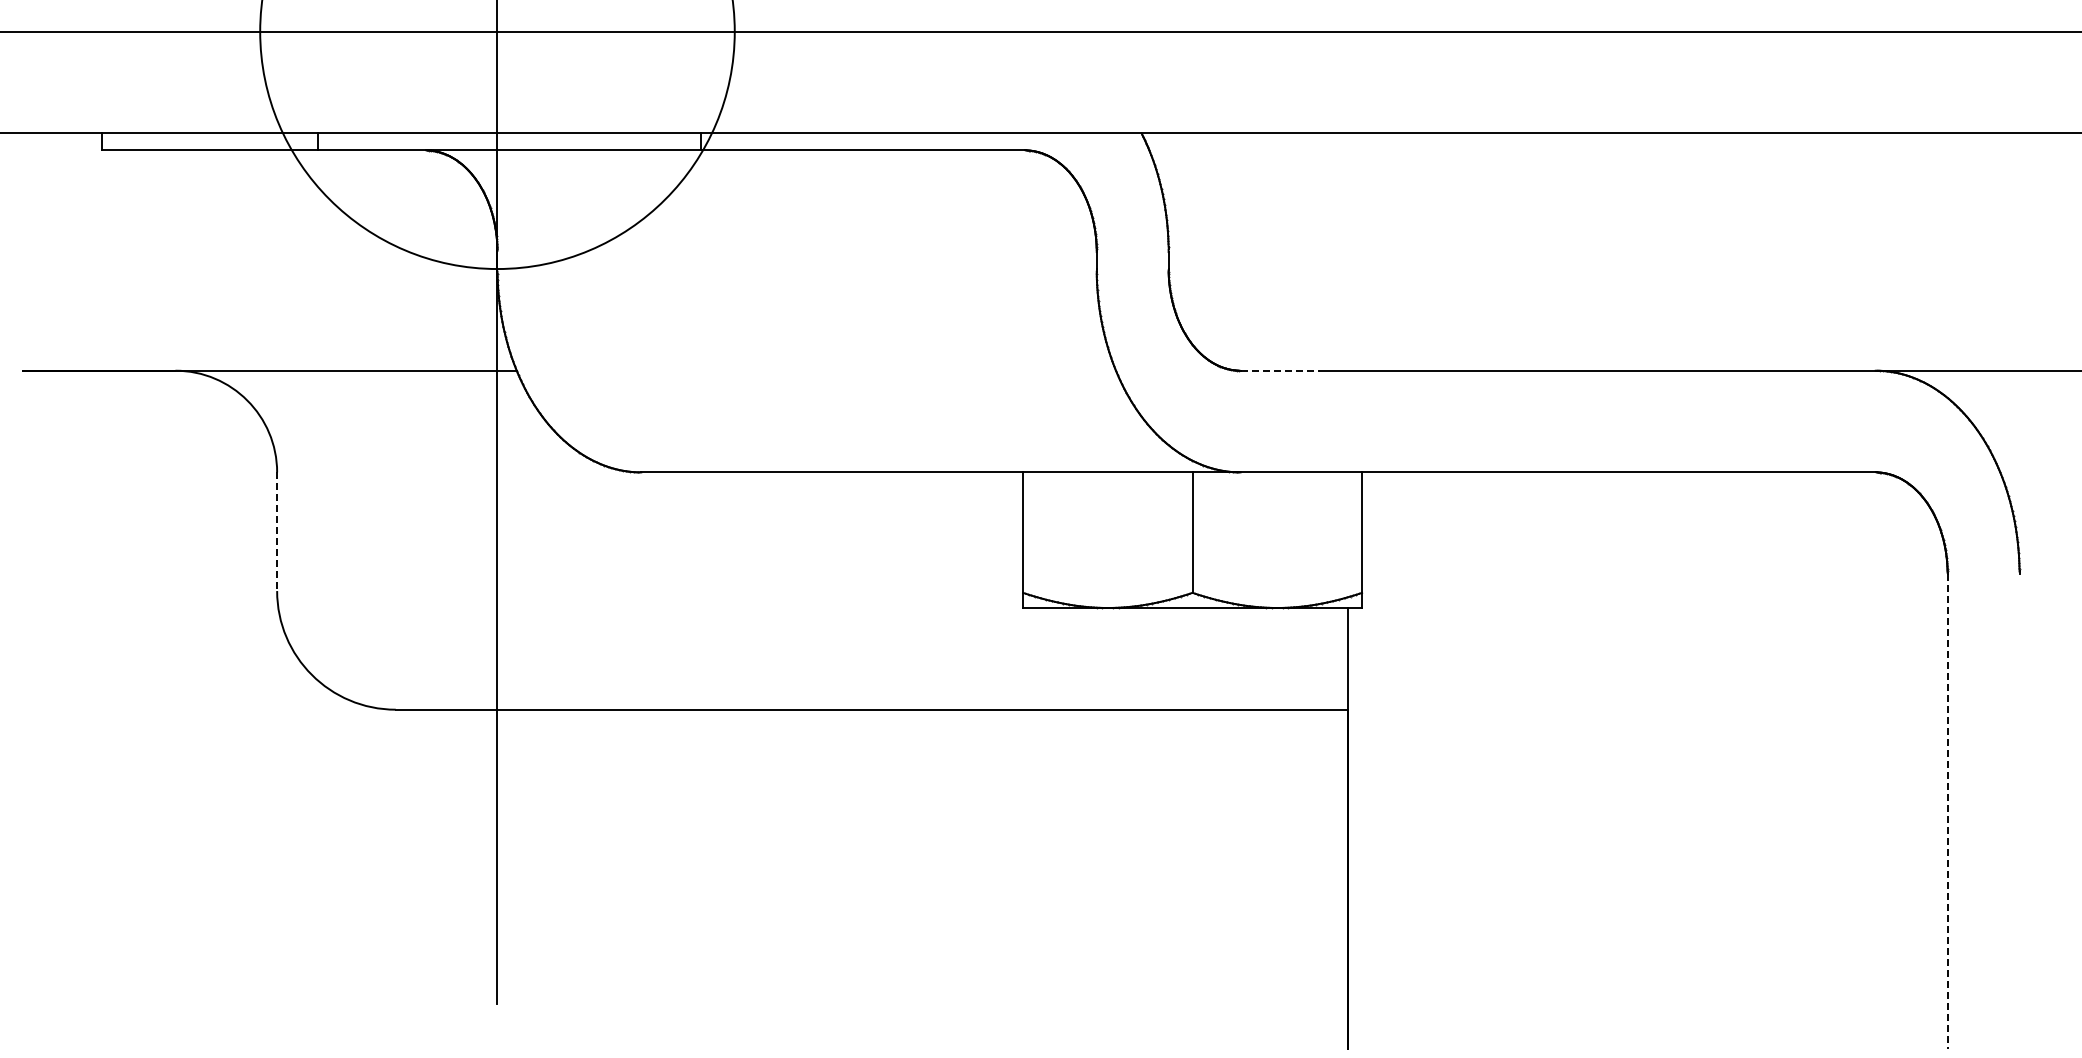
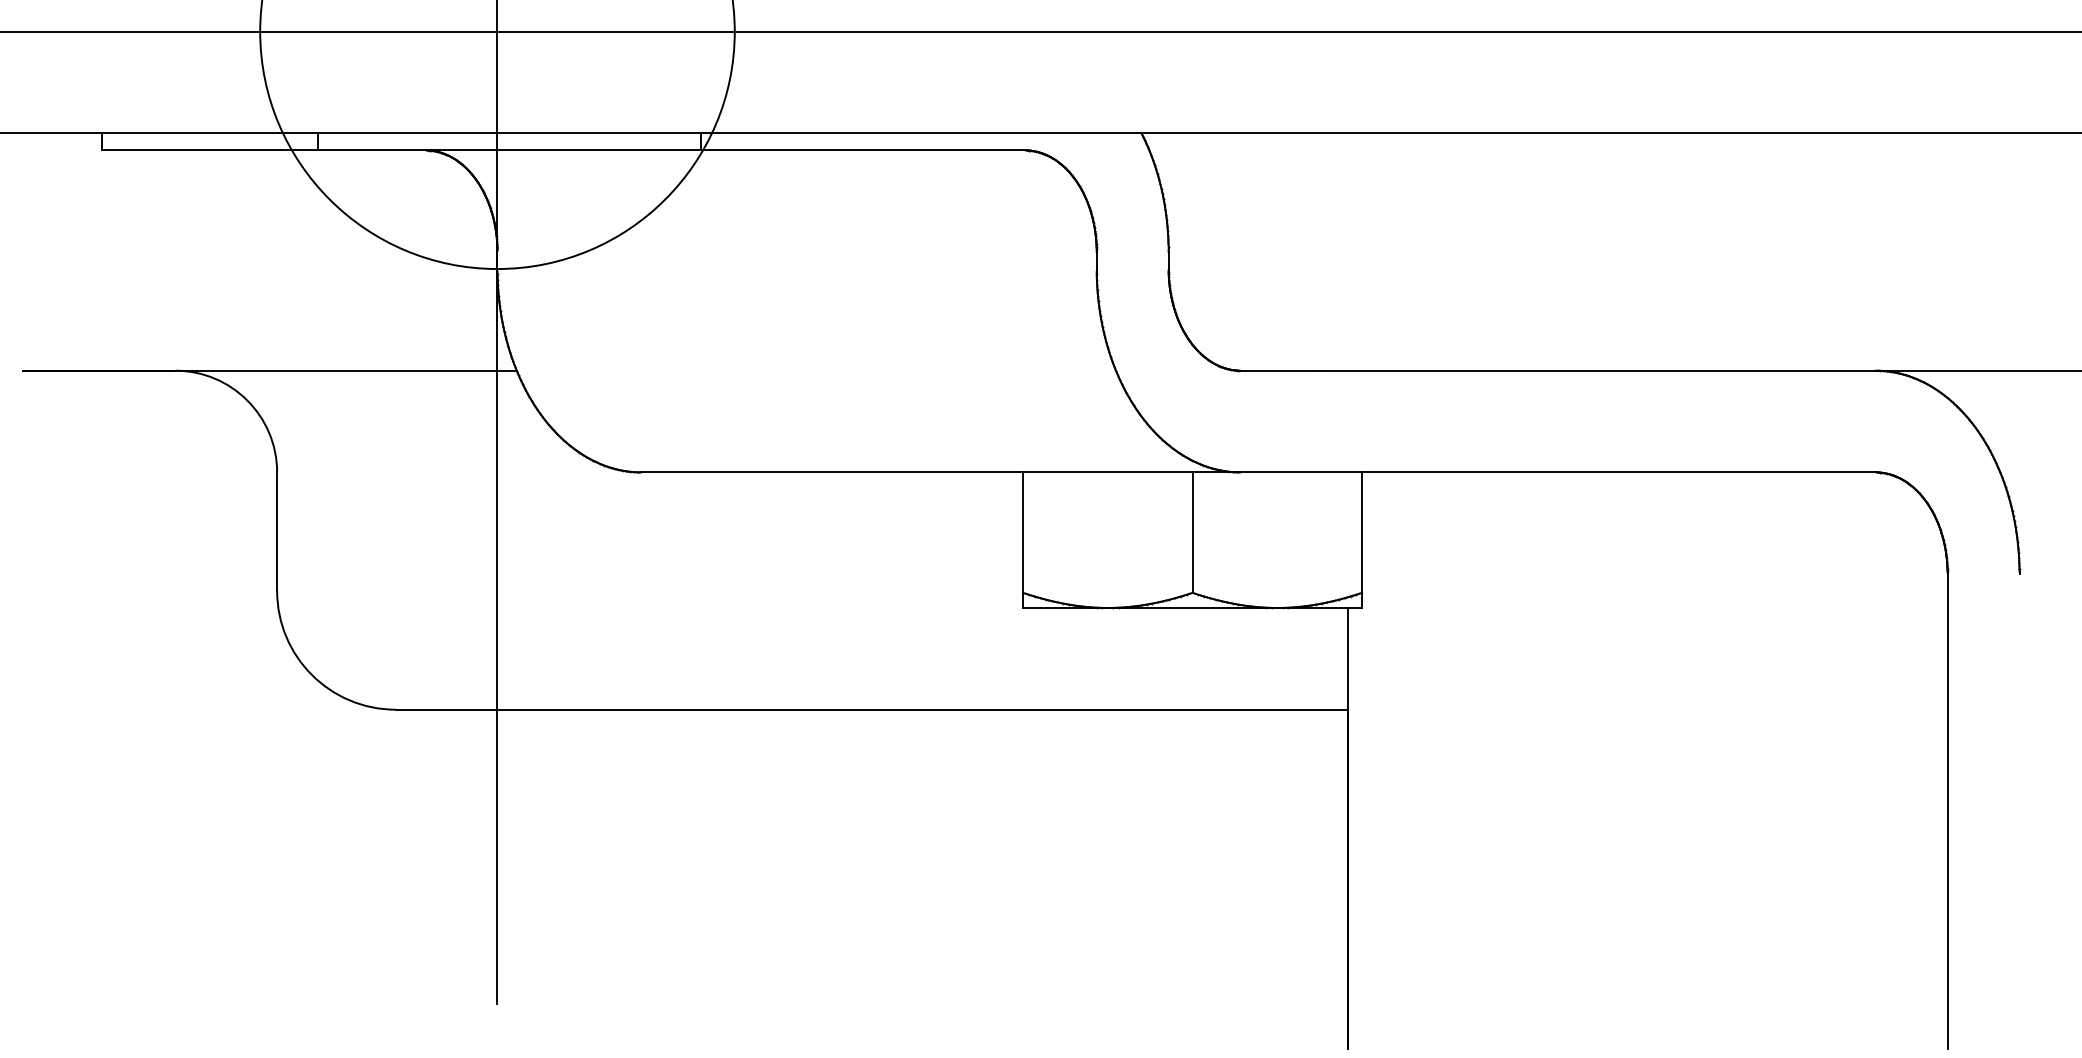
line at (1280, 370): dashed -> solid
line at (277, 532): dashed -> solid
line at (1947, 811): dashed -> solid
